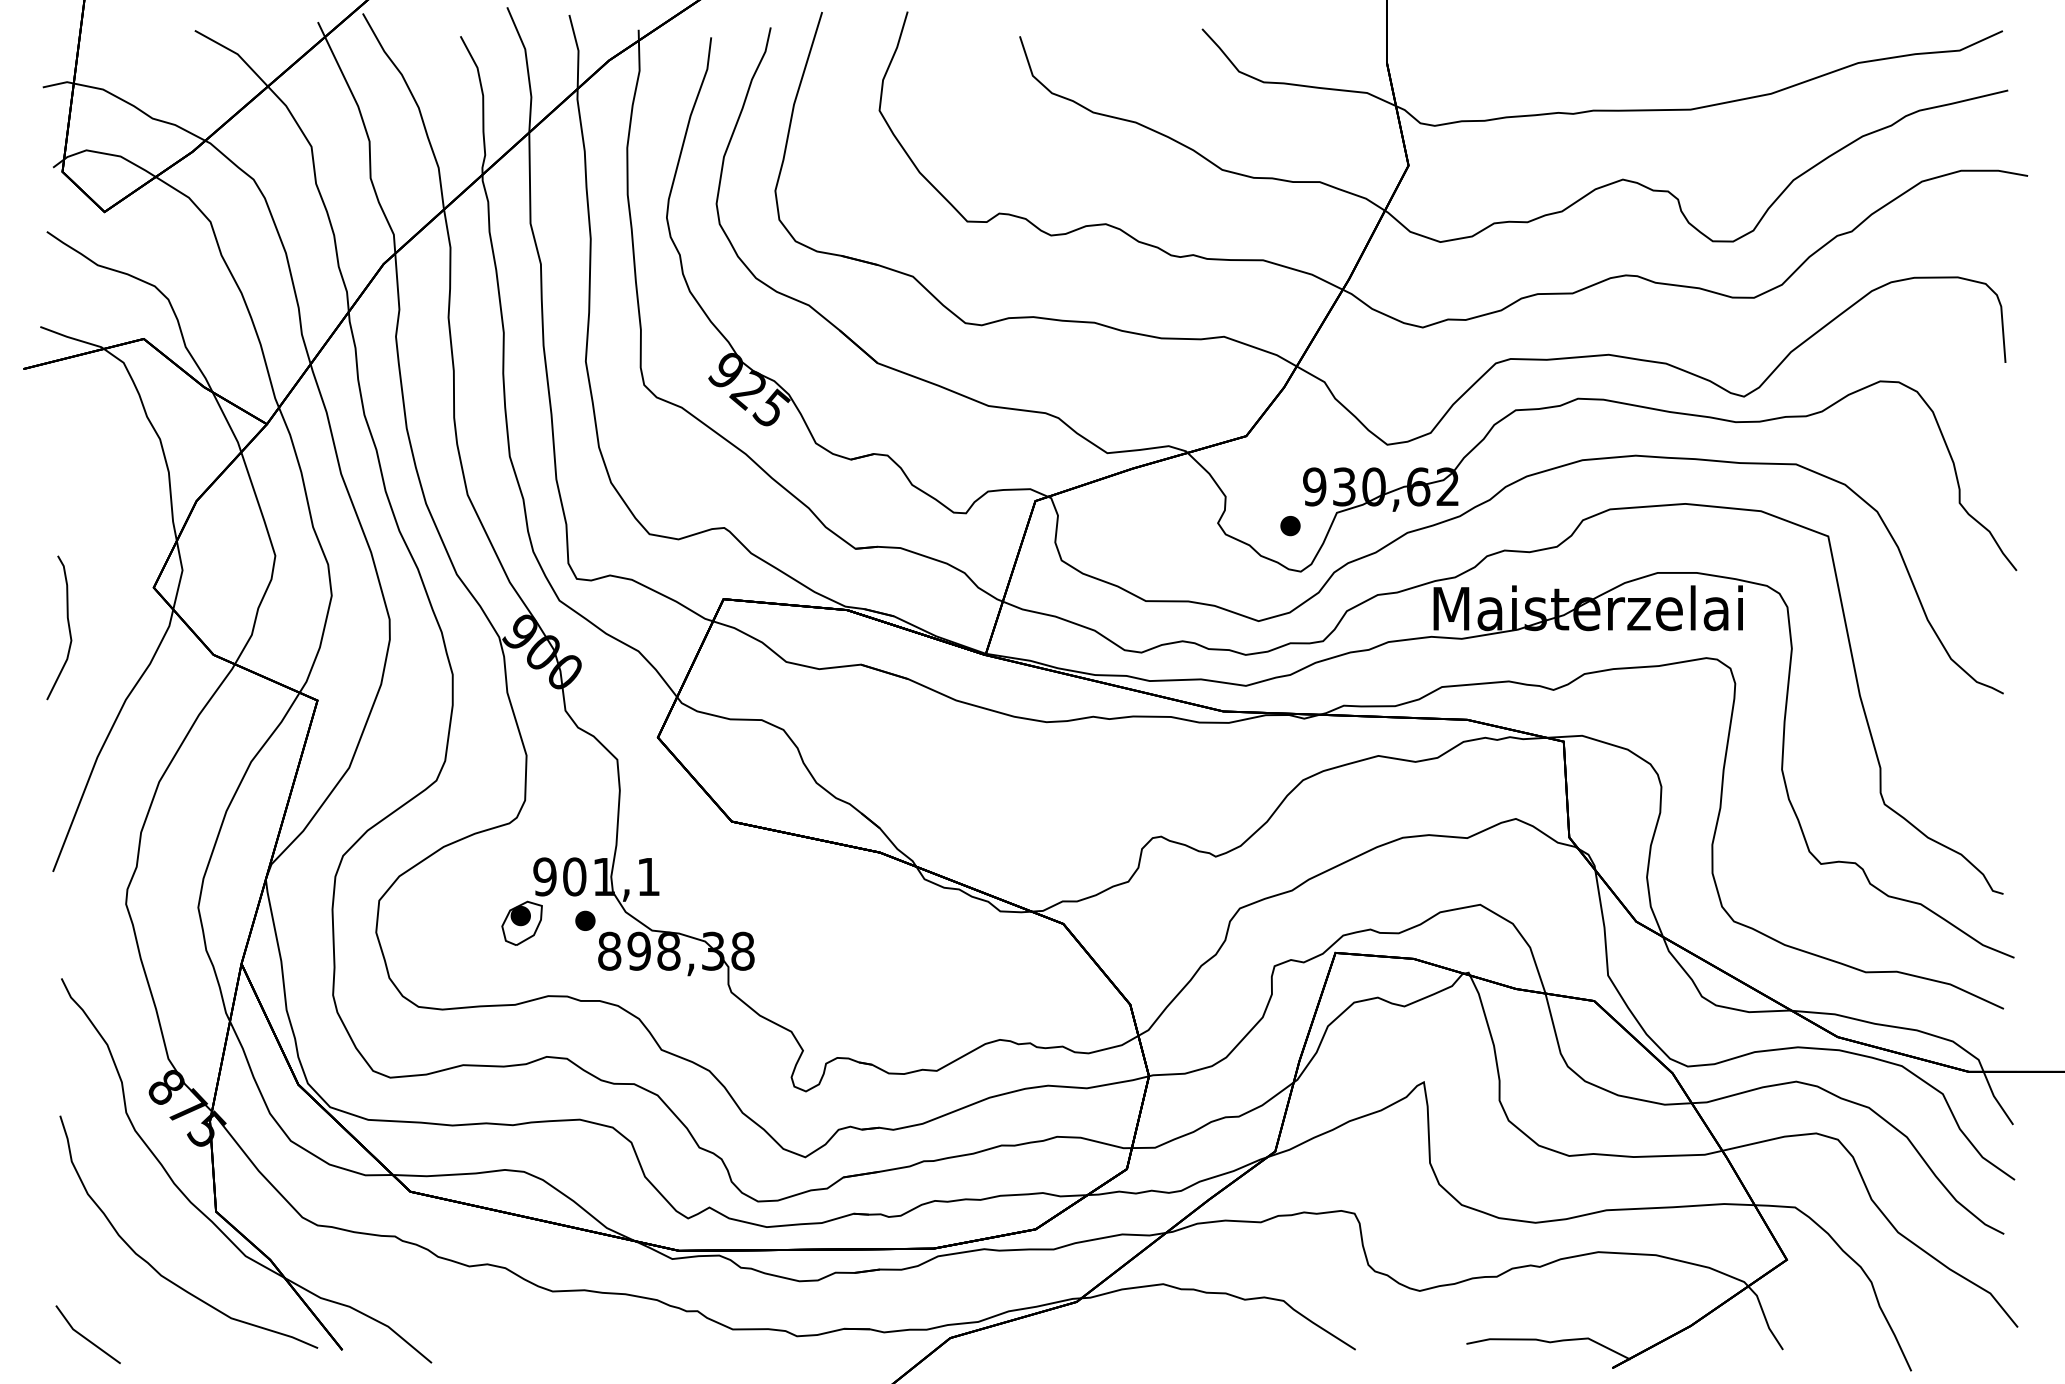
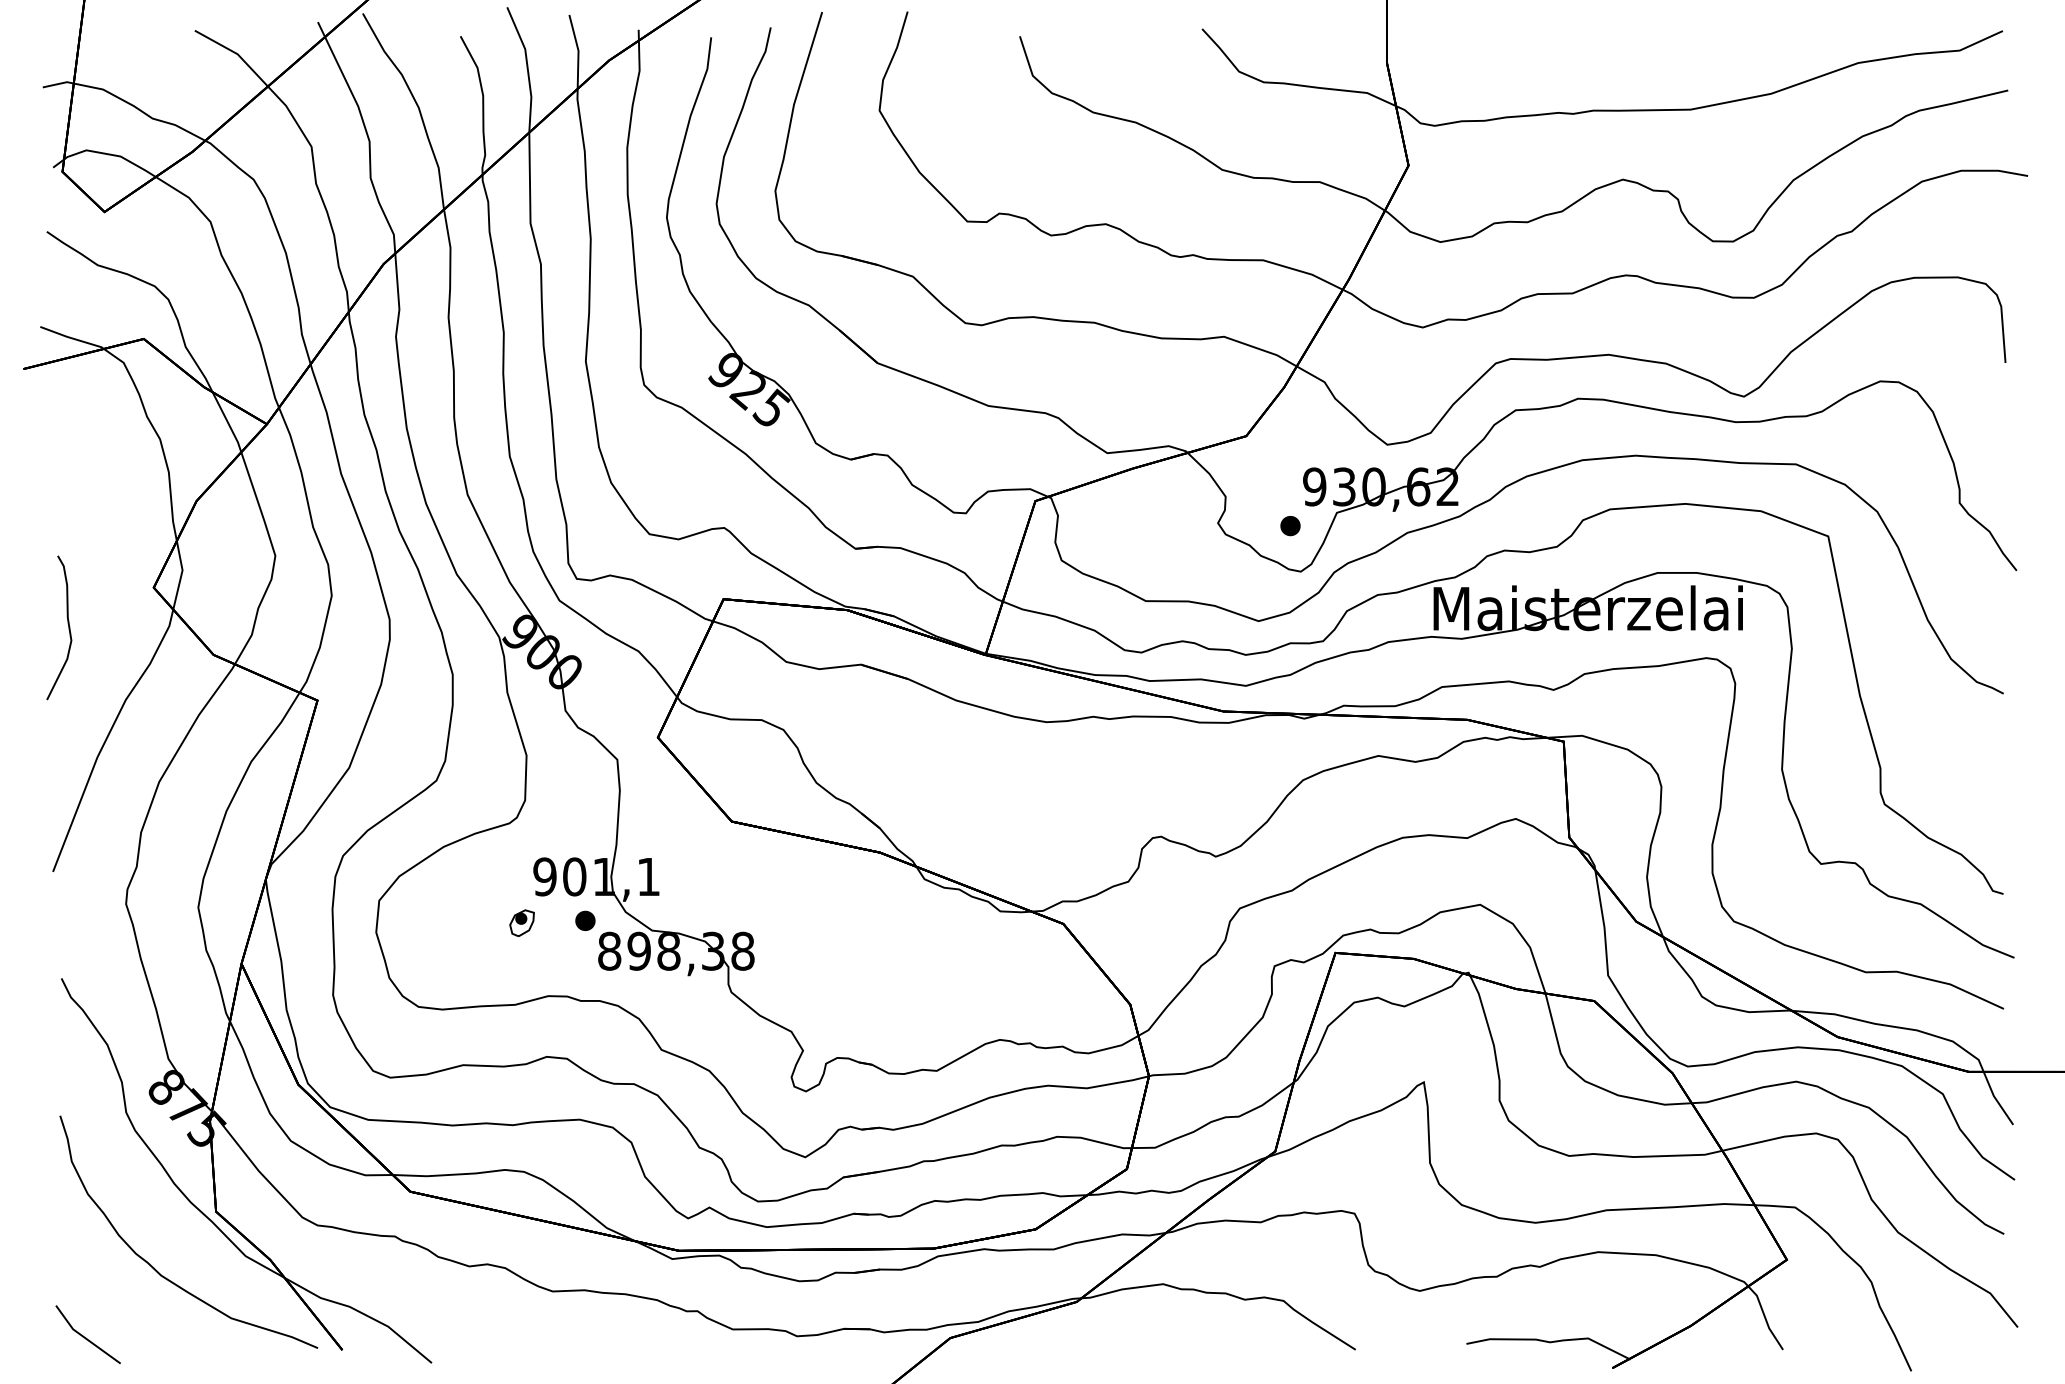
part at (521, 922) size: 42x46 px -> 26x28 px
